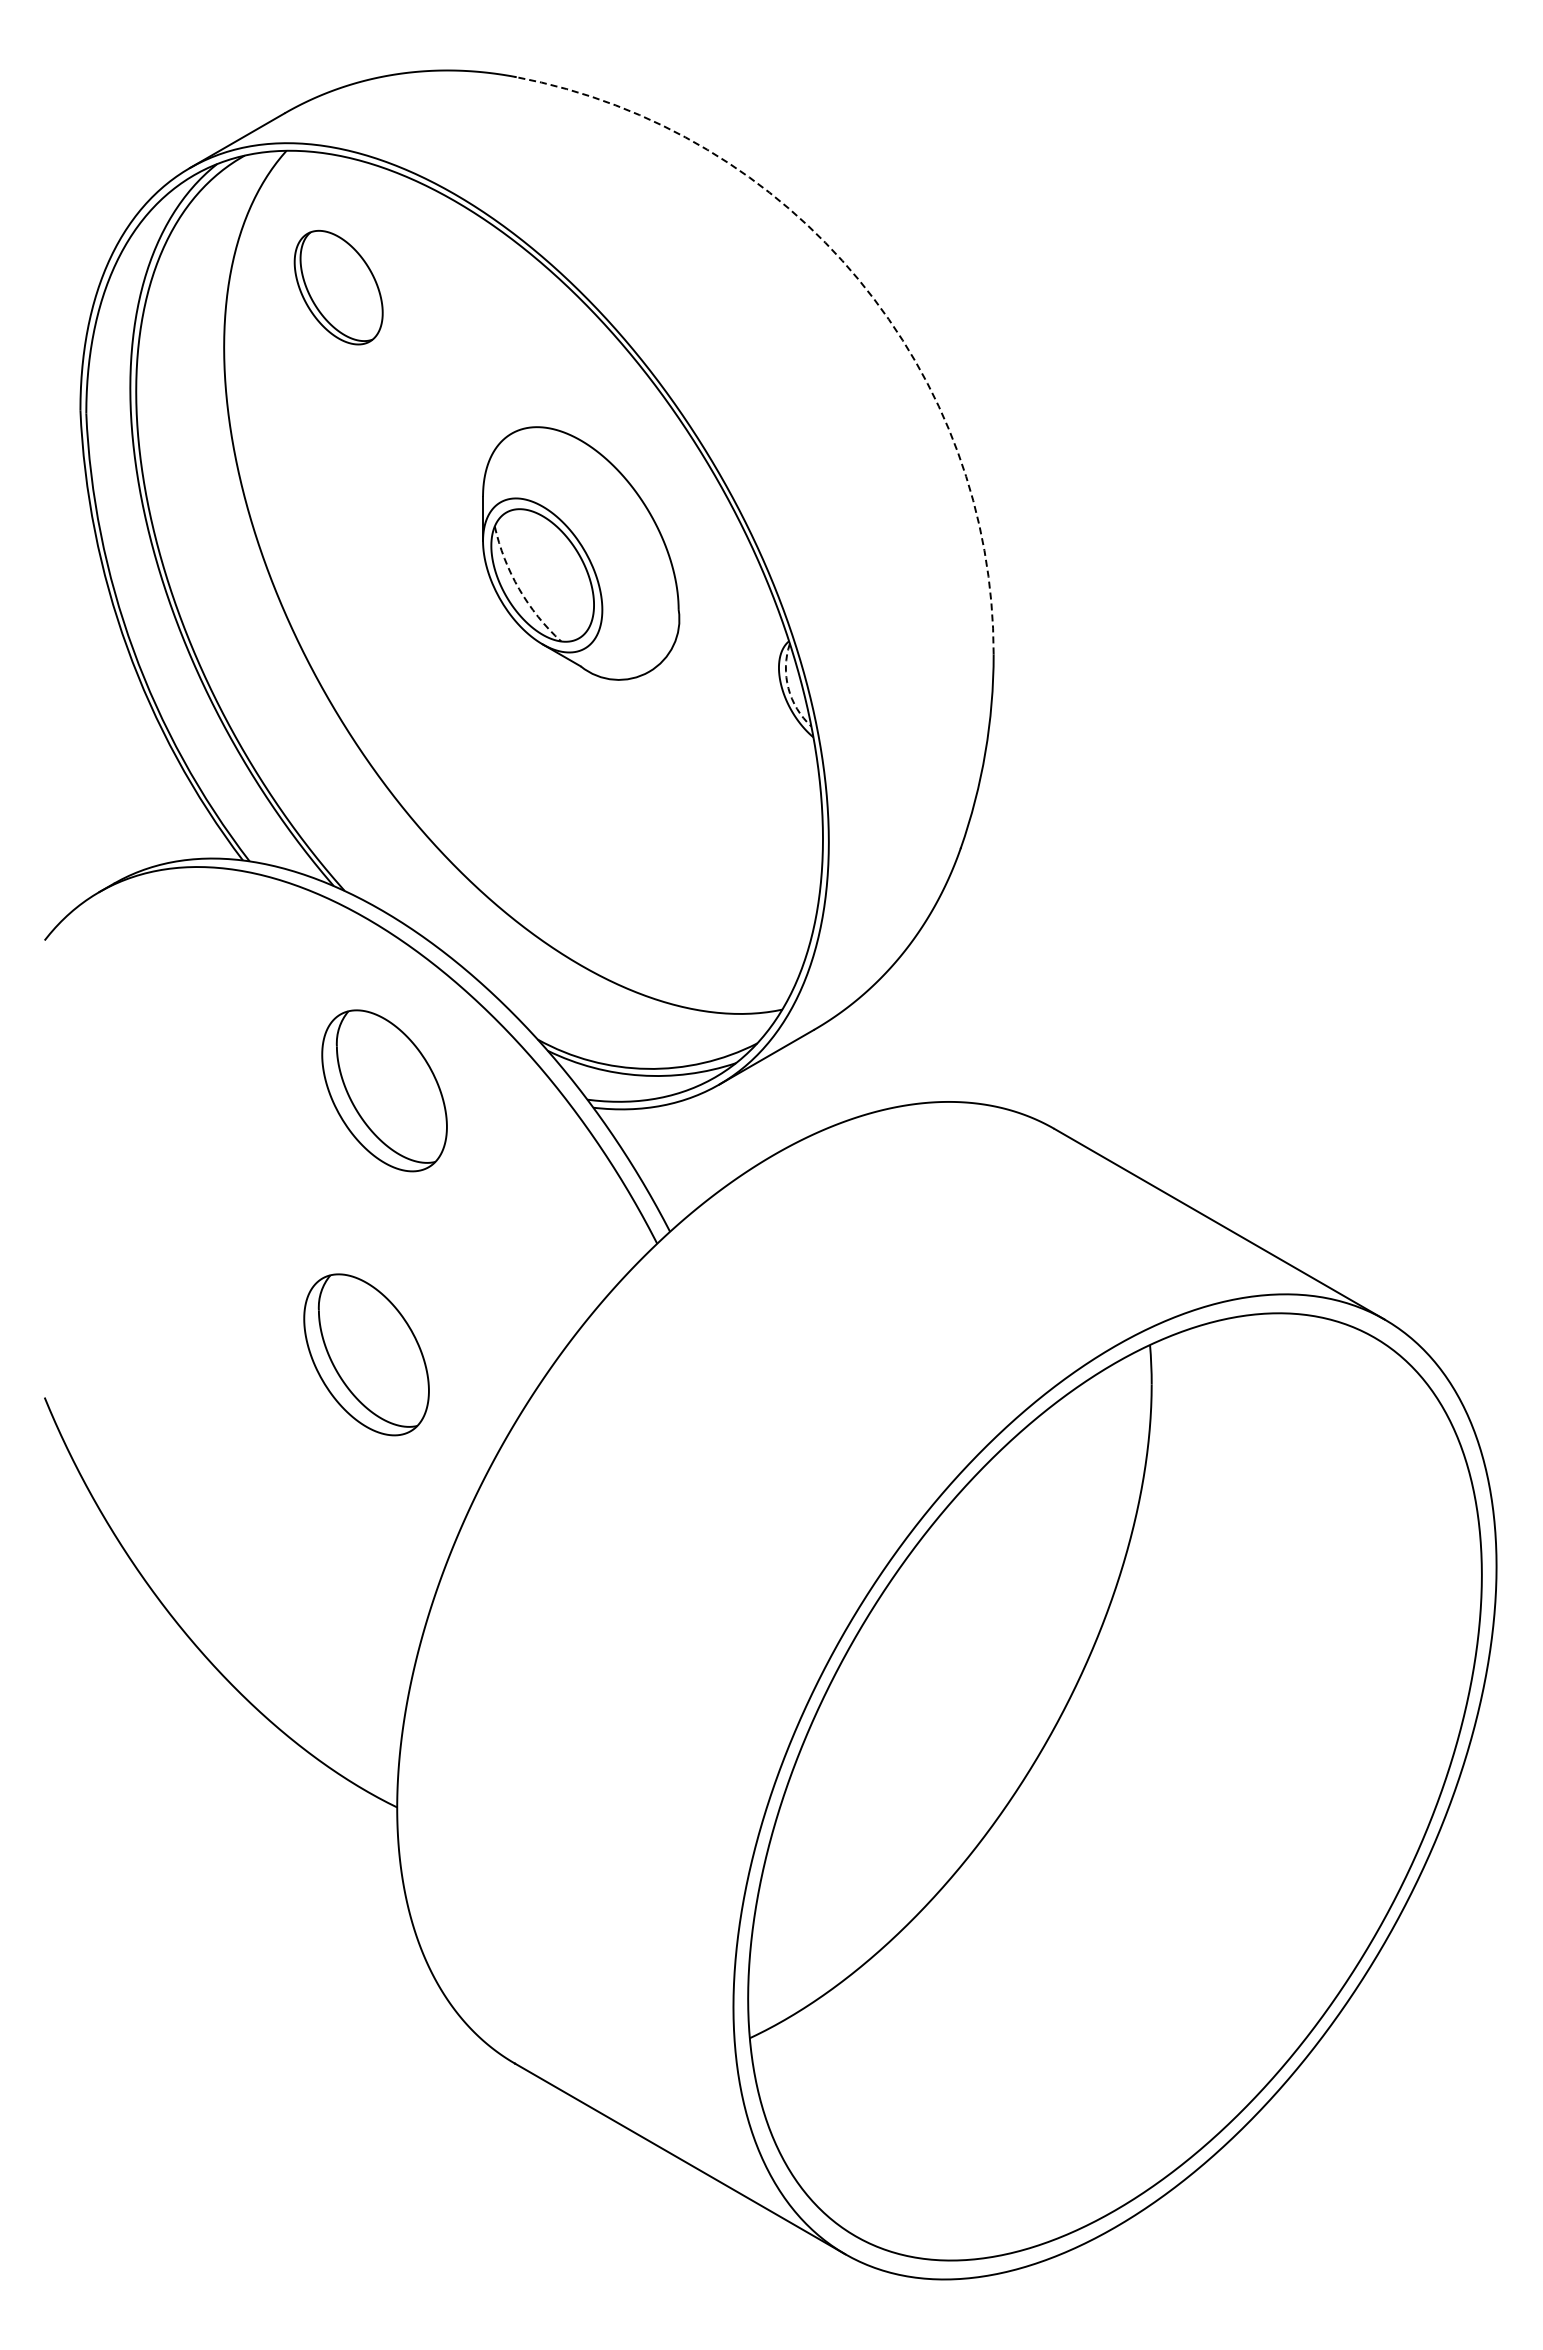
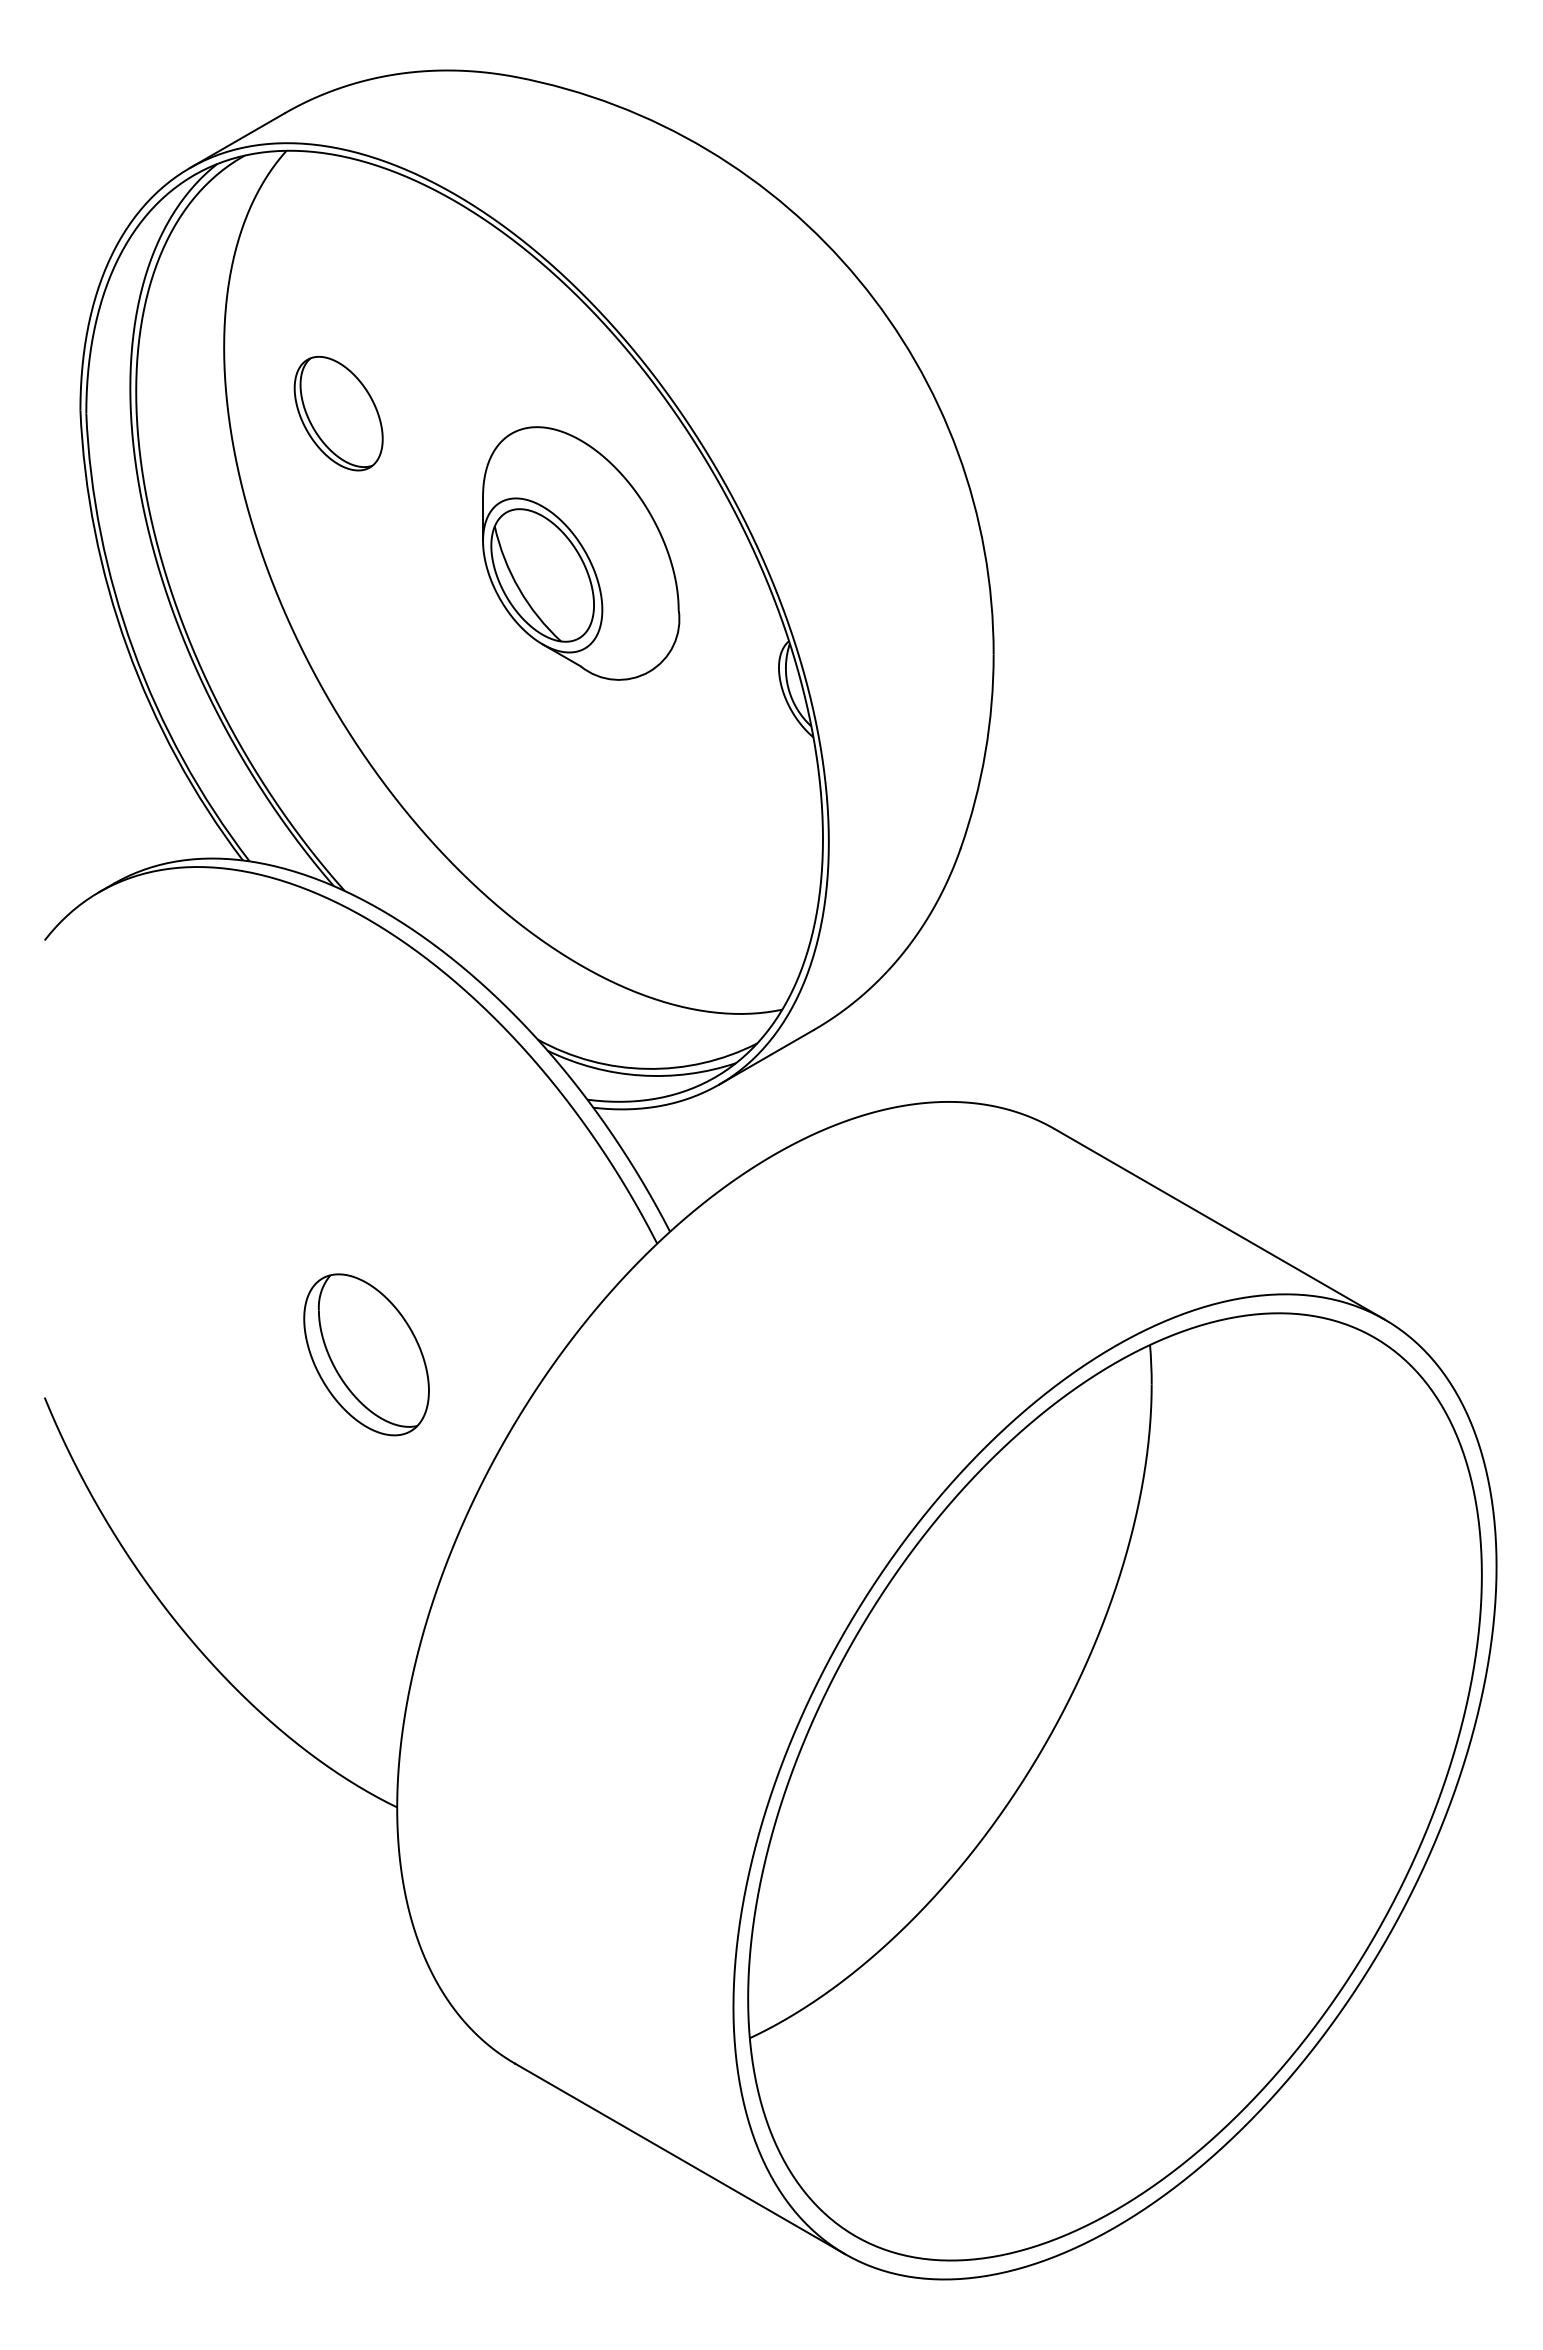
arc at (858, 279): dashed -> solid
part at (338, 287) position: (338, 287) -> (338, 413)
arc at (519, 589): dashed -> solid
arc at (788, 688): dashed -> solid
part at (384, 1090): present -> none
